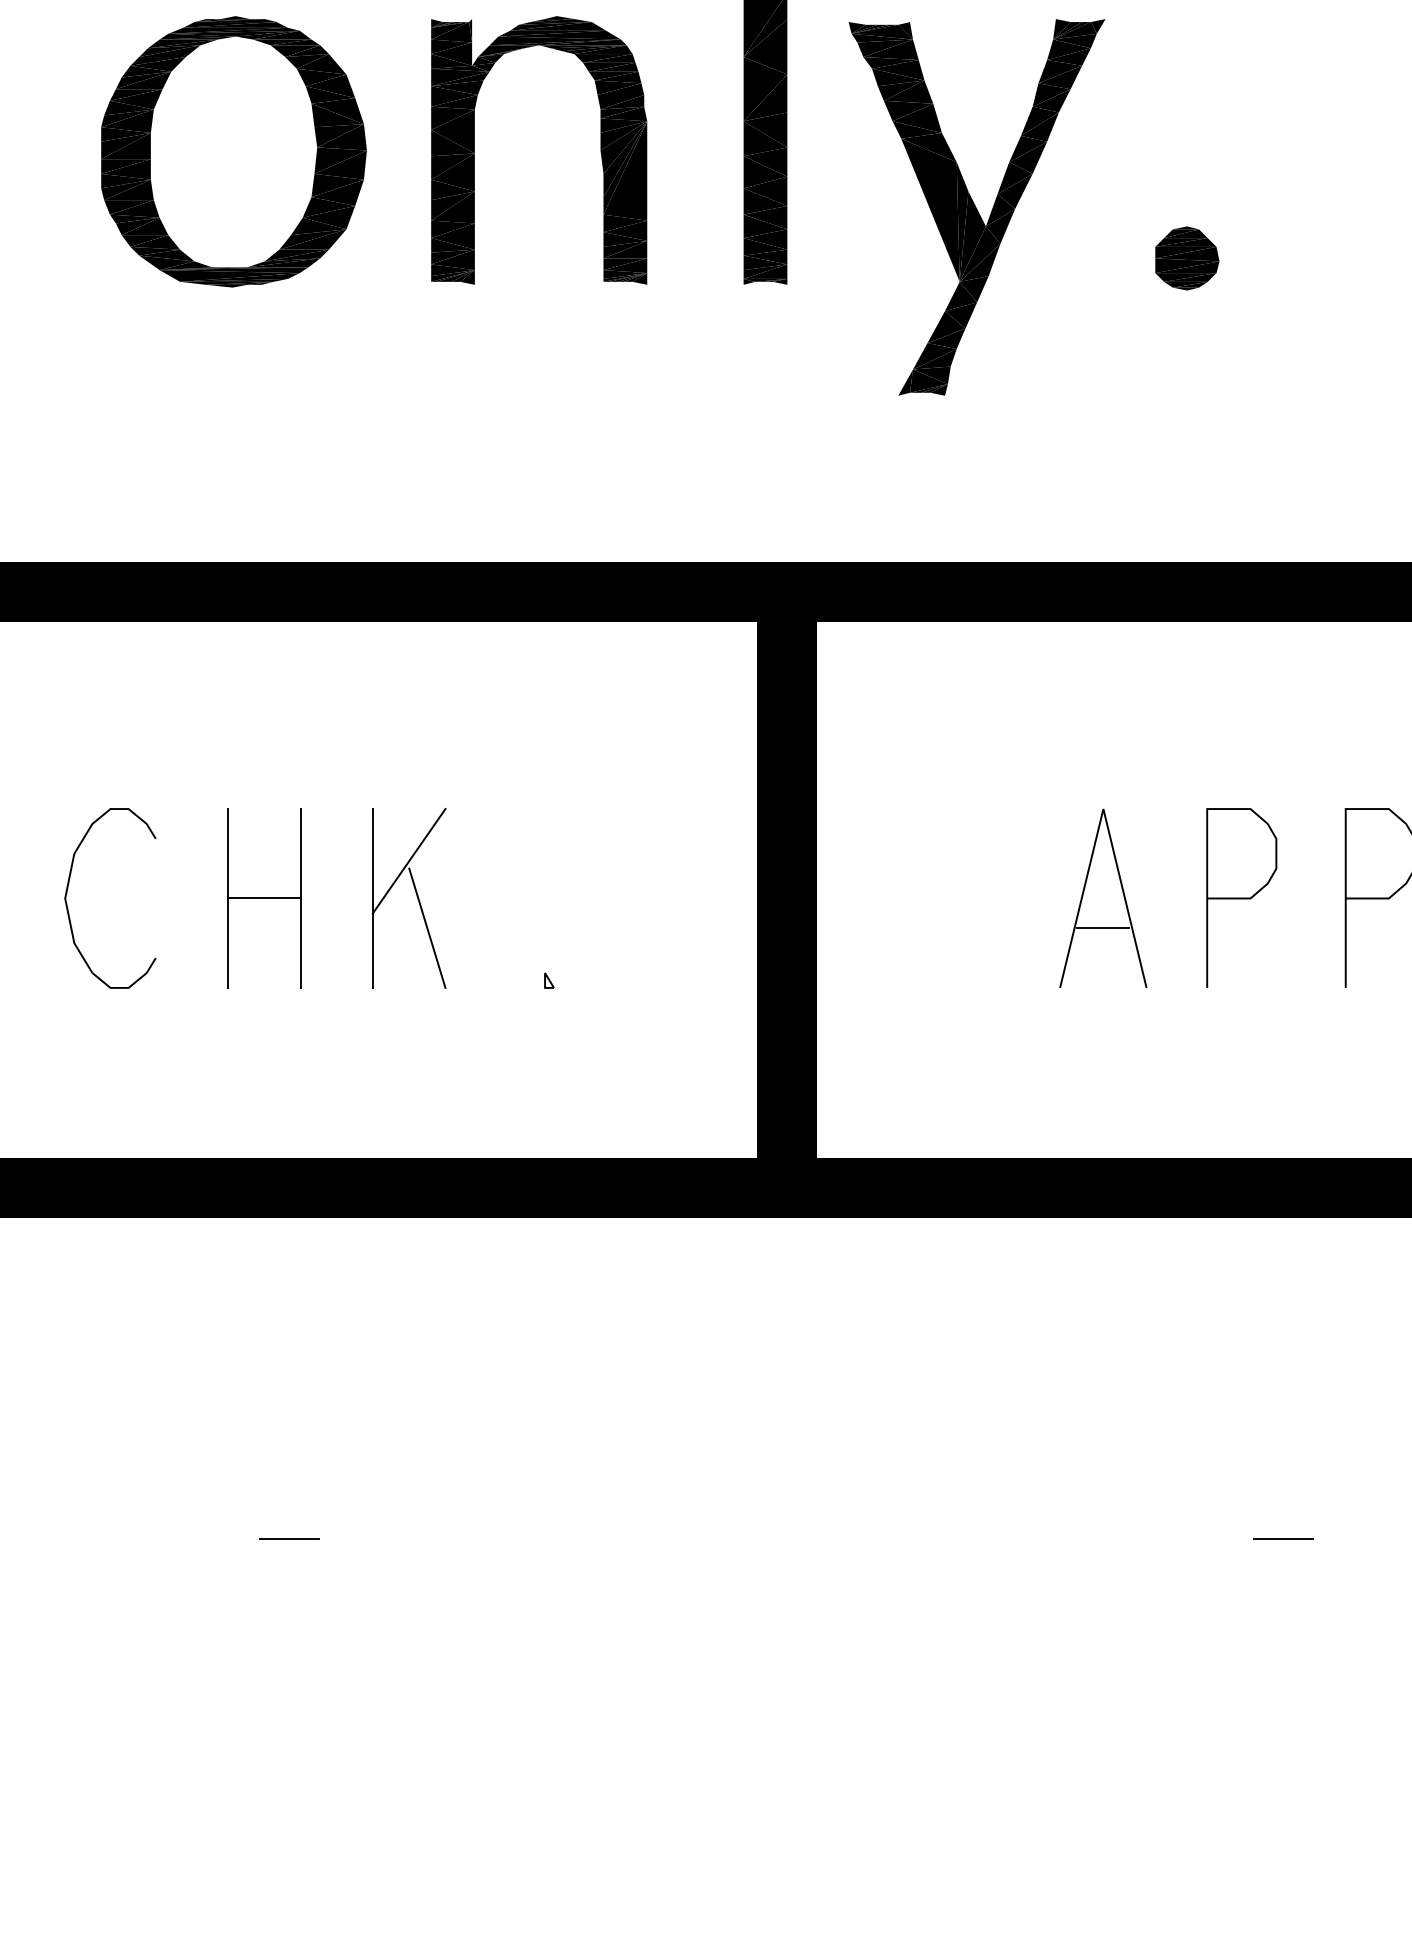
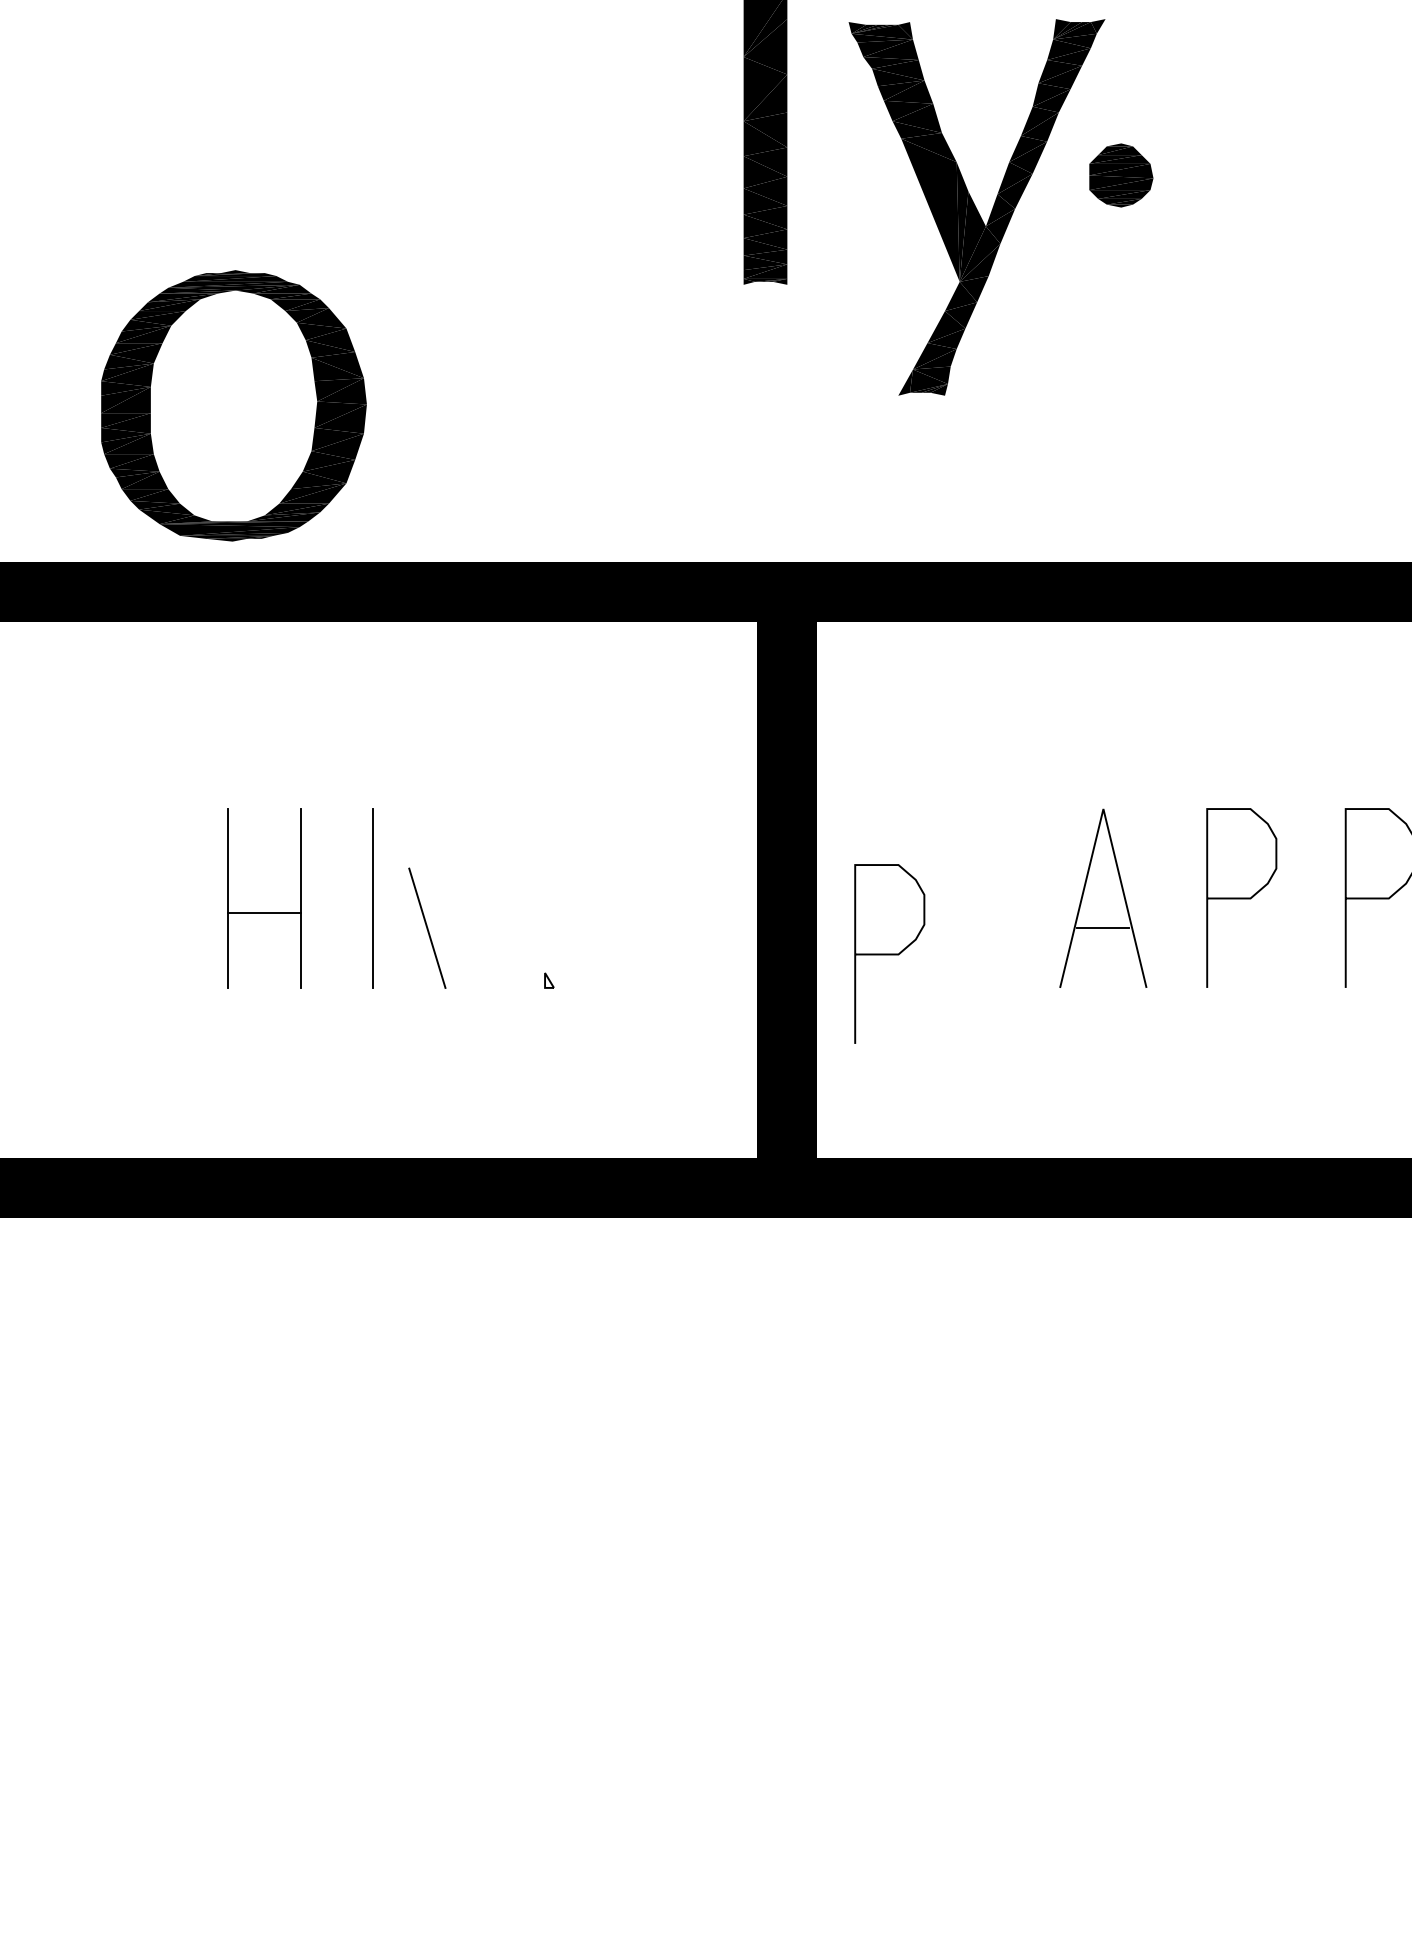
part at (600, 150): present -> none
part at (233, 151) position: (233, 151) -> (233, 405)
part at (1187, 258) position: (1187, 258) -> (1121, 175)
line at (408, 861): present -> none
part at (68, 888): present -> none
line at (264, 898) position: (264, 898) -> (264, 913)
curve at (889, 953): none -> present
line at (289, 1539): present -> none
line at (1283, 1539): present -> none
